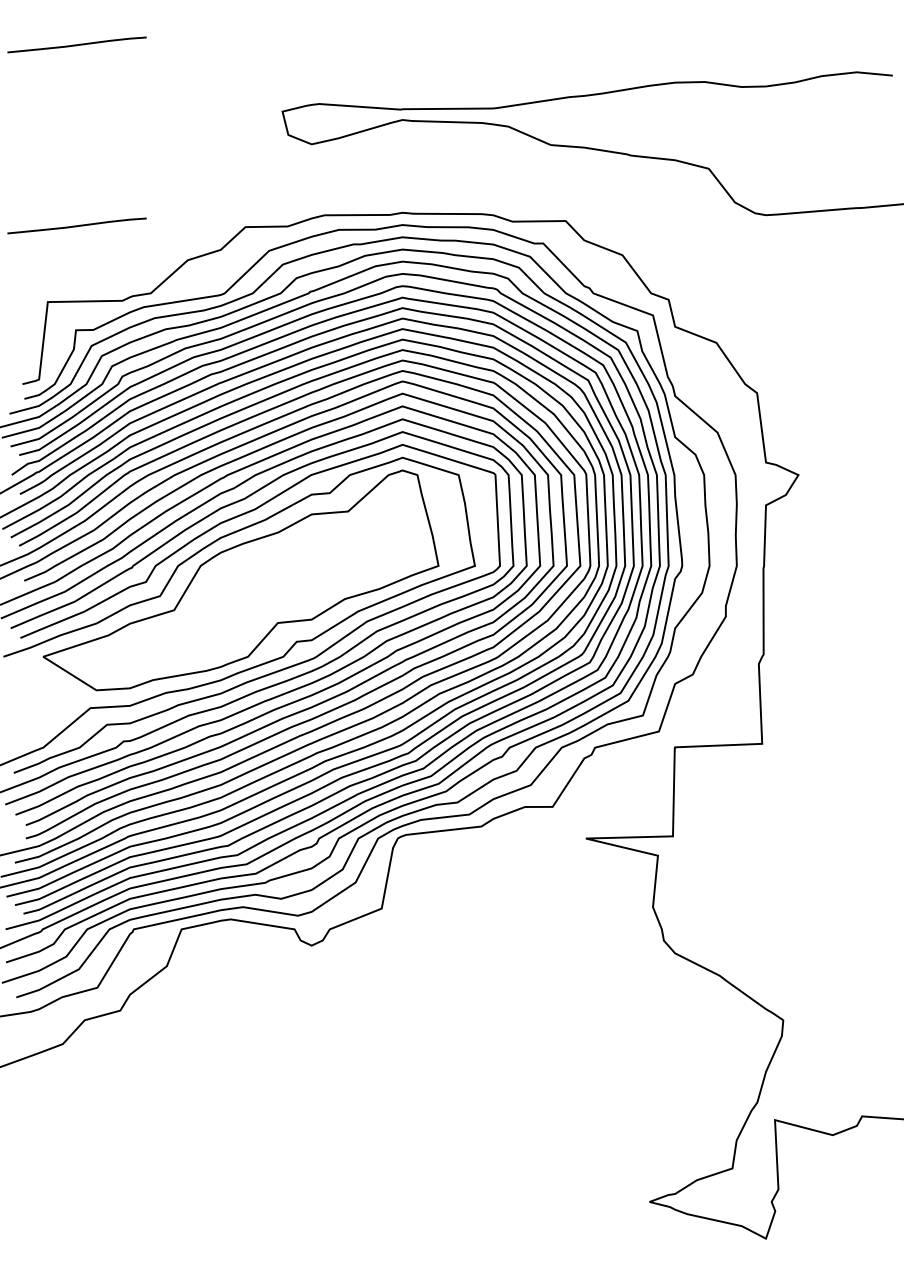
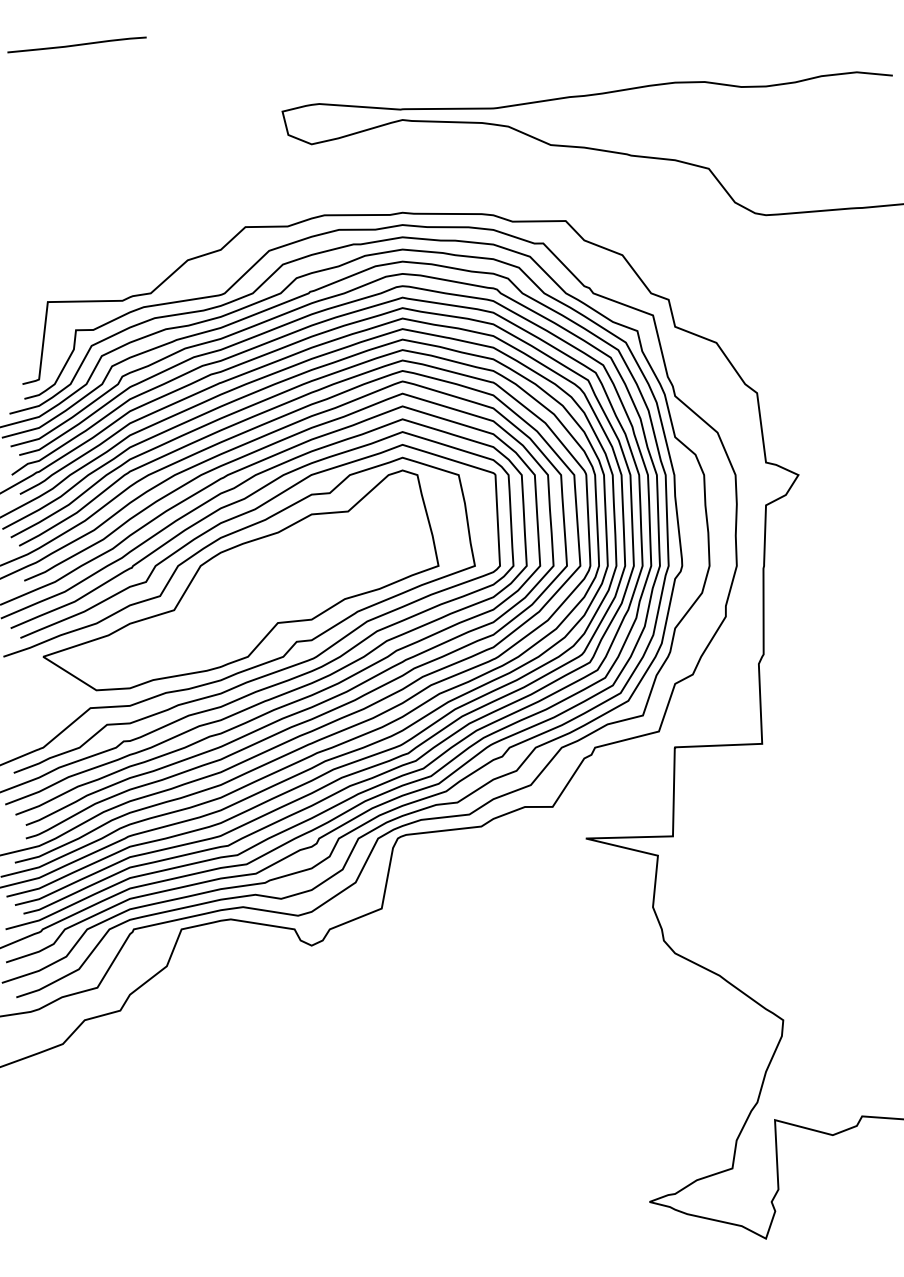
line at (76, 225): present -> none
